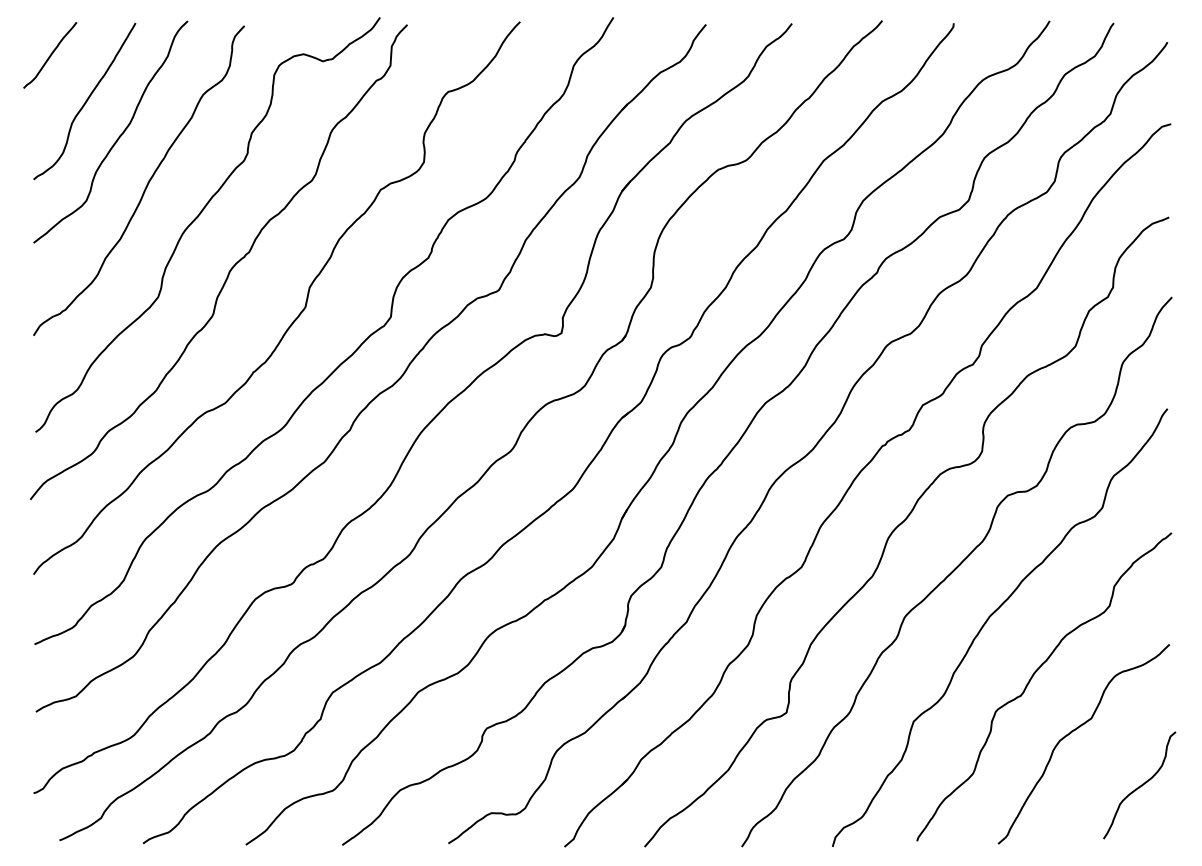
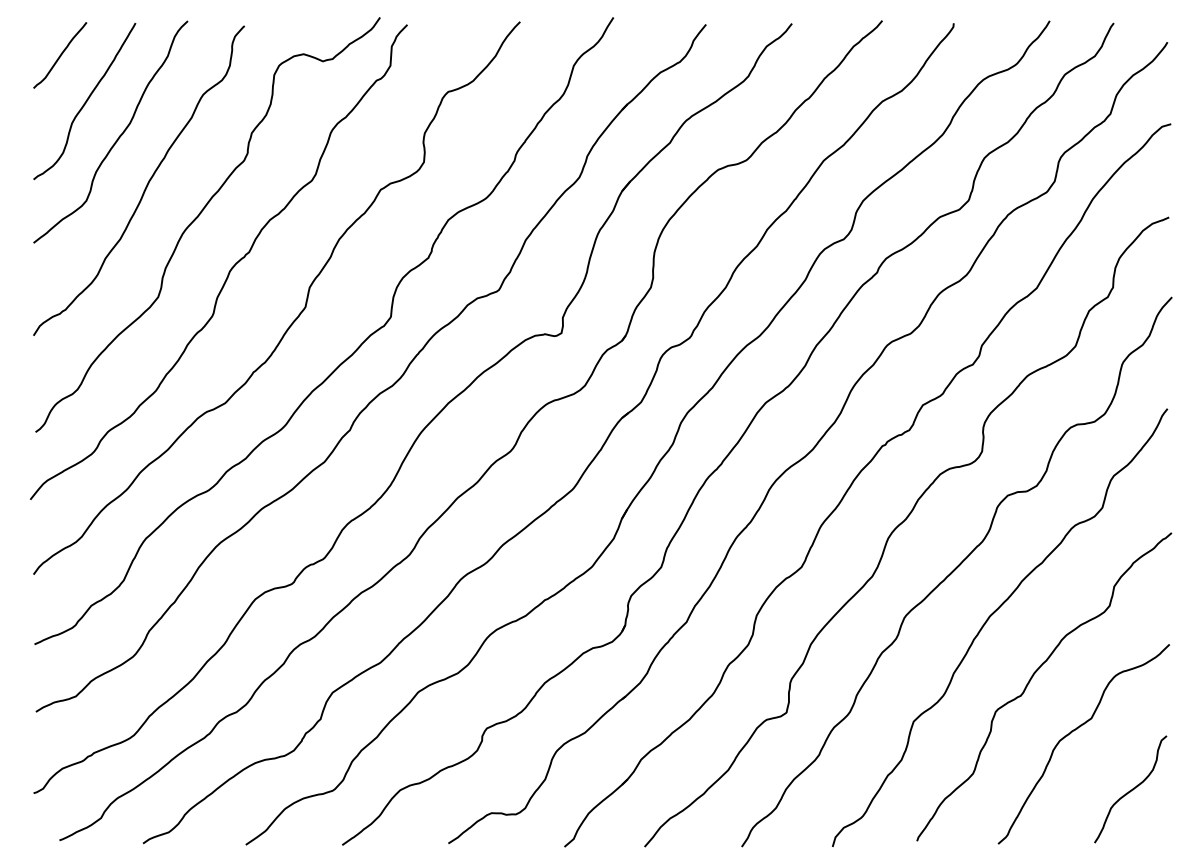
curve at (50, 55) position: (50, 55) -> (60, 55)
curve at (1140, 785) position: (1140, 785) -> (1131, 789)
